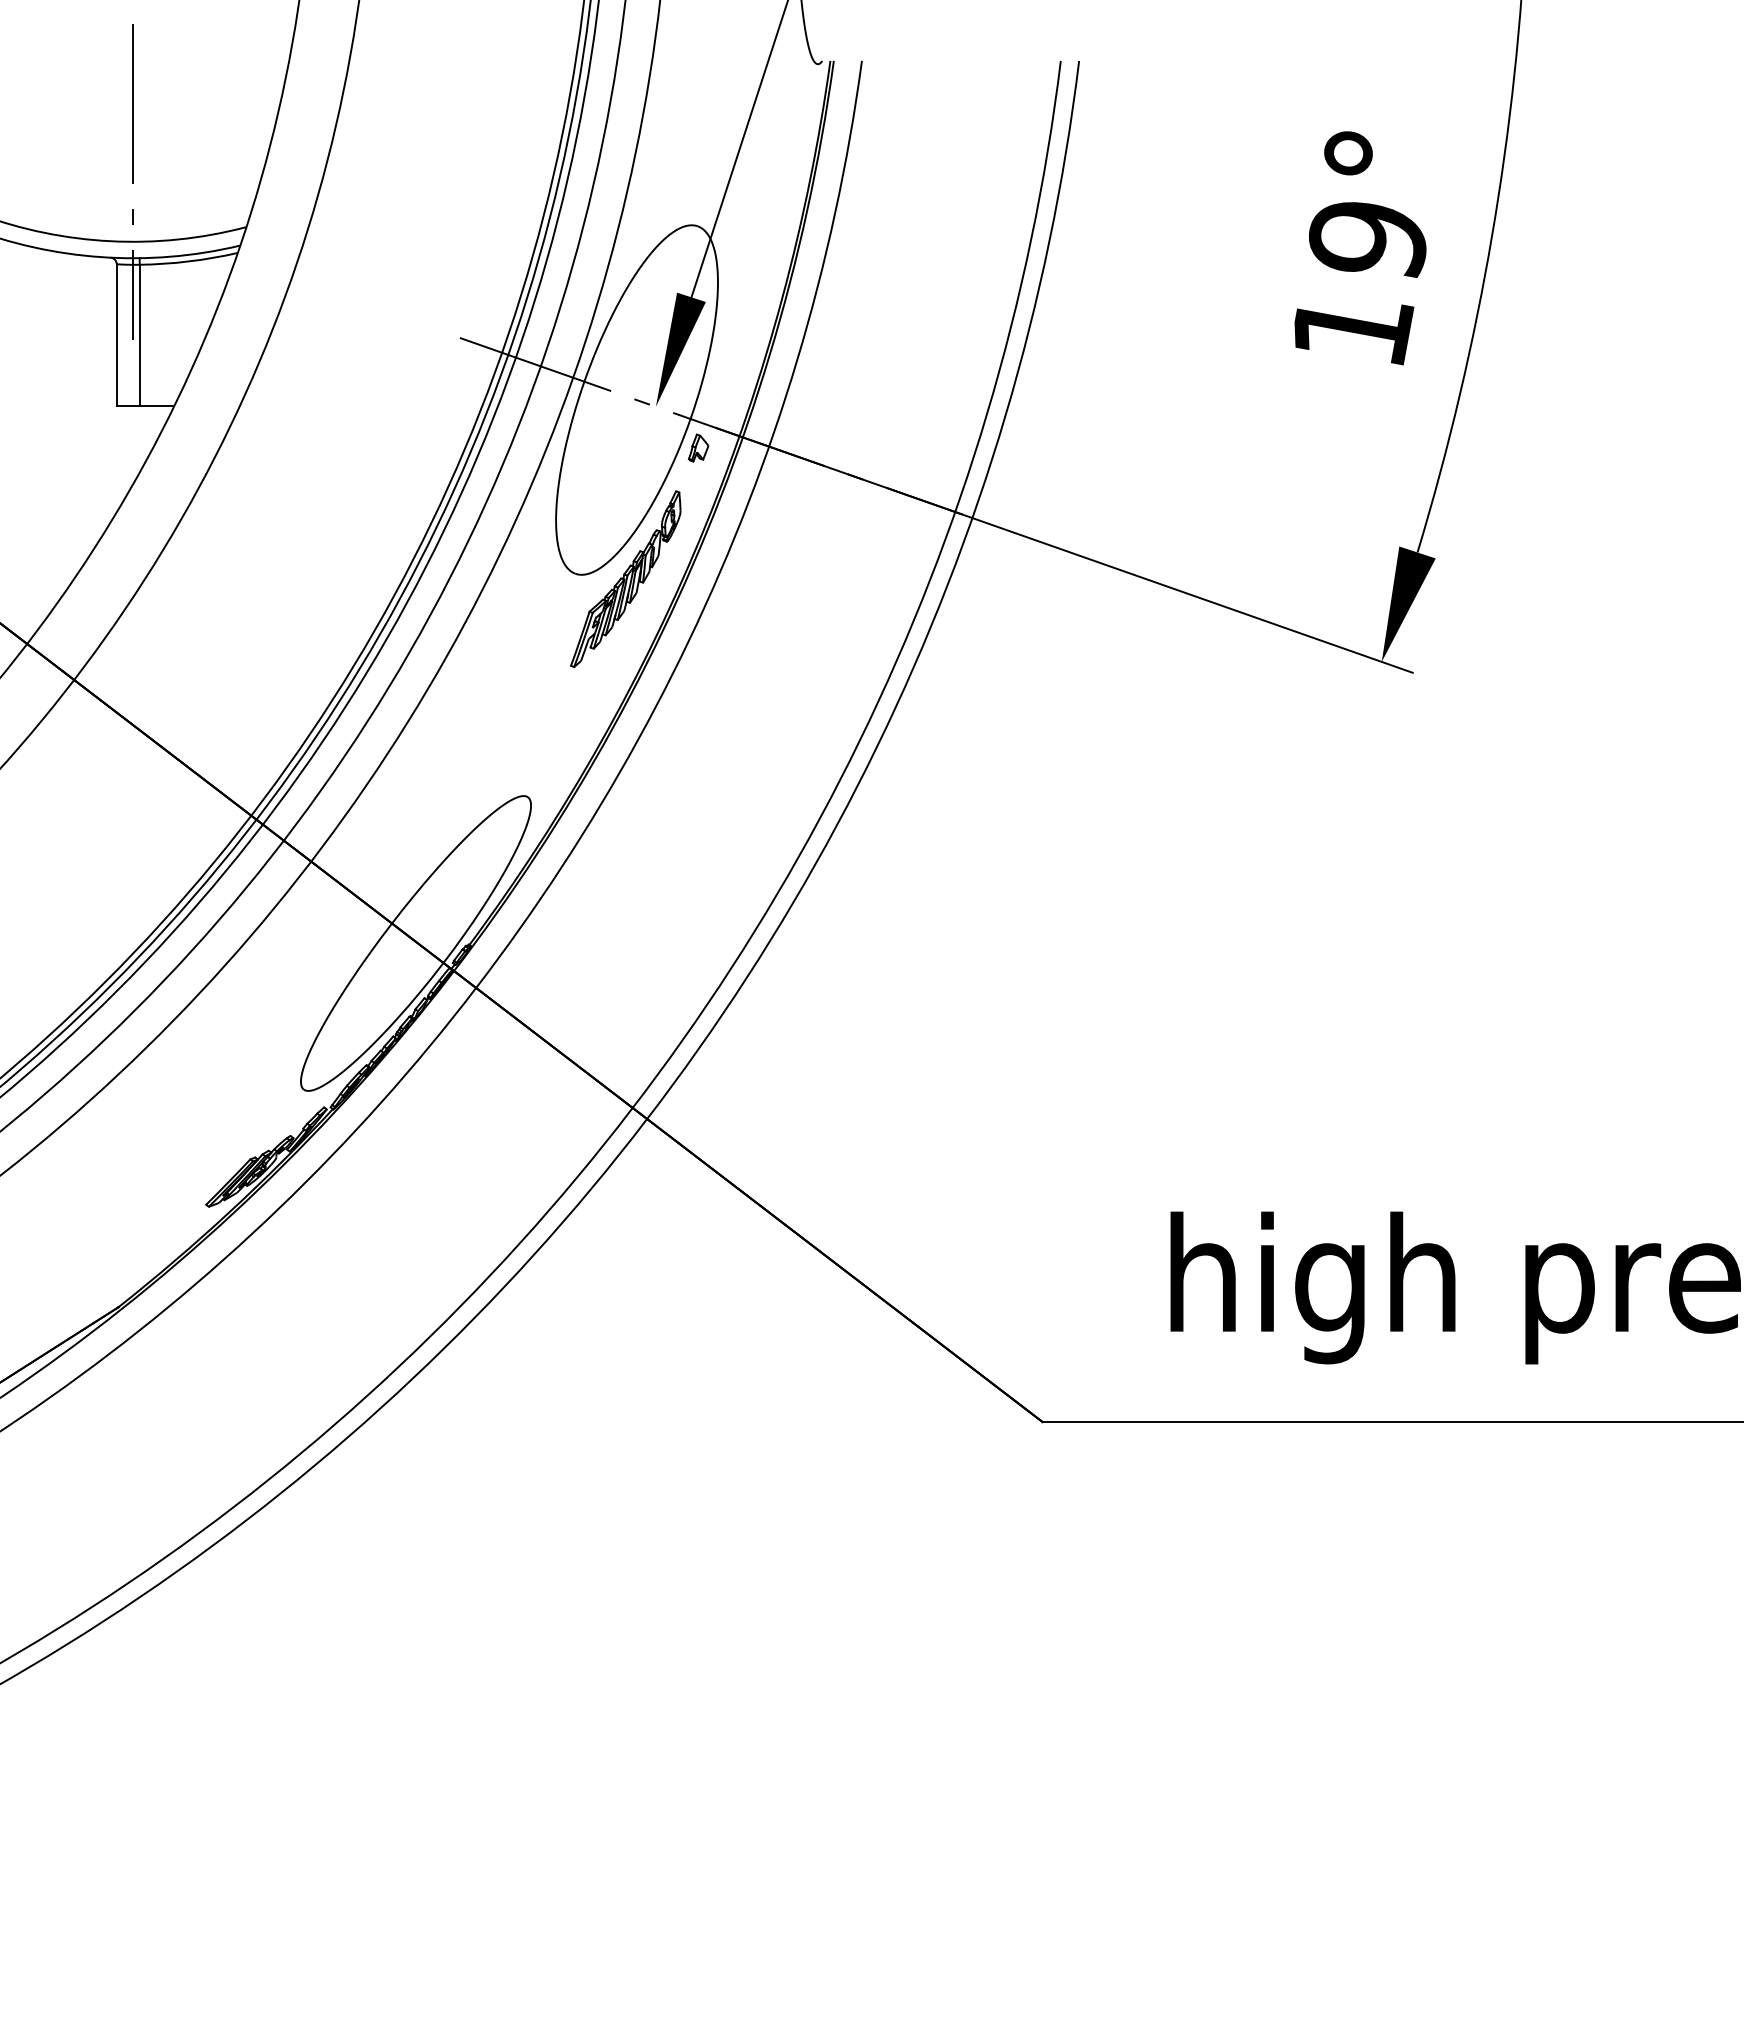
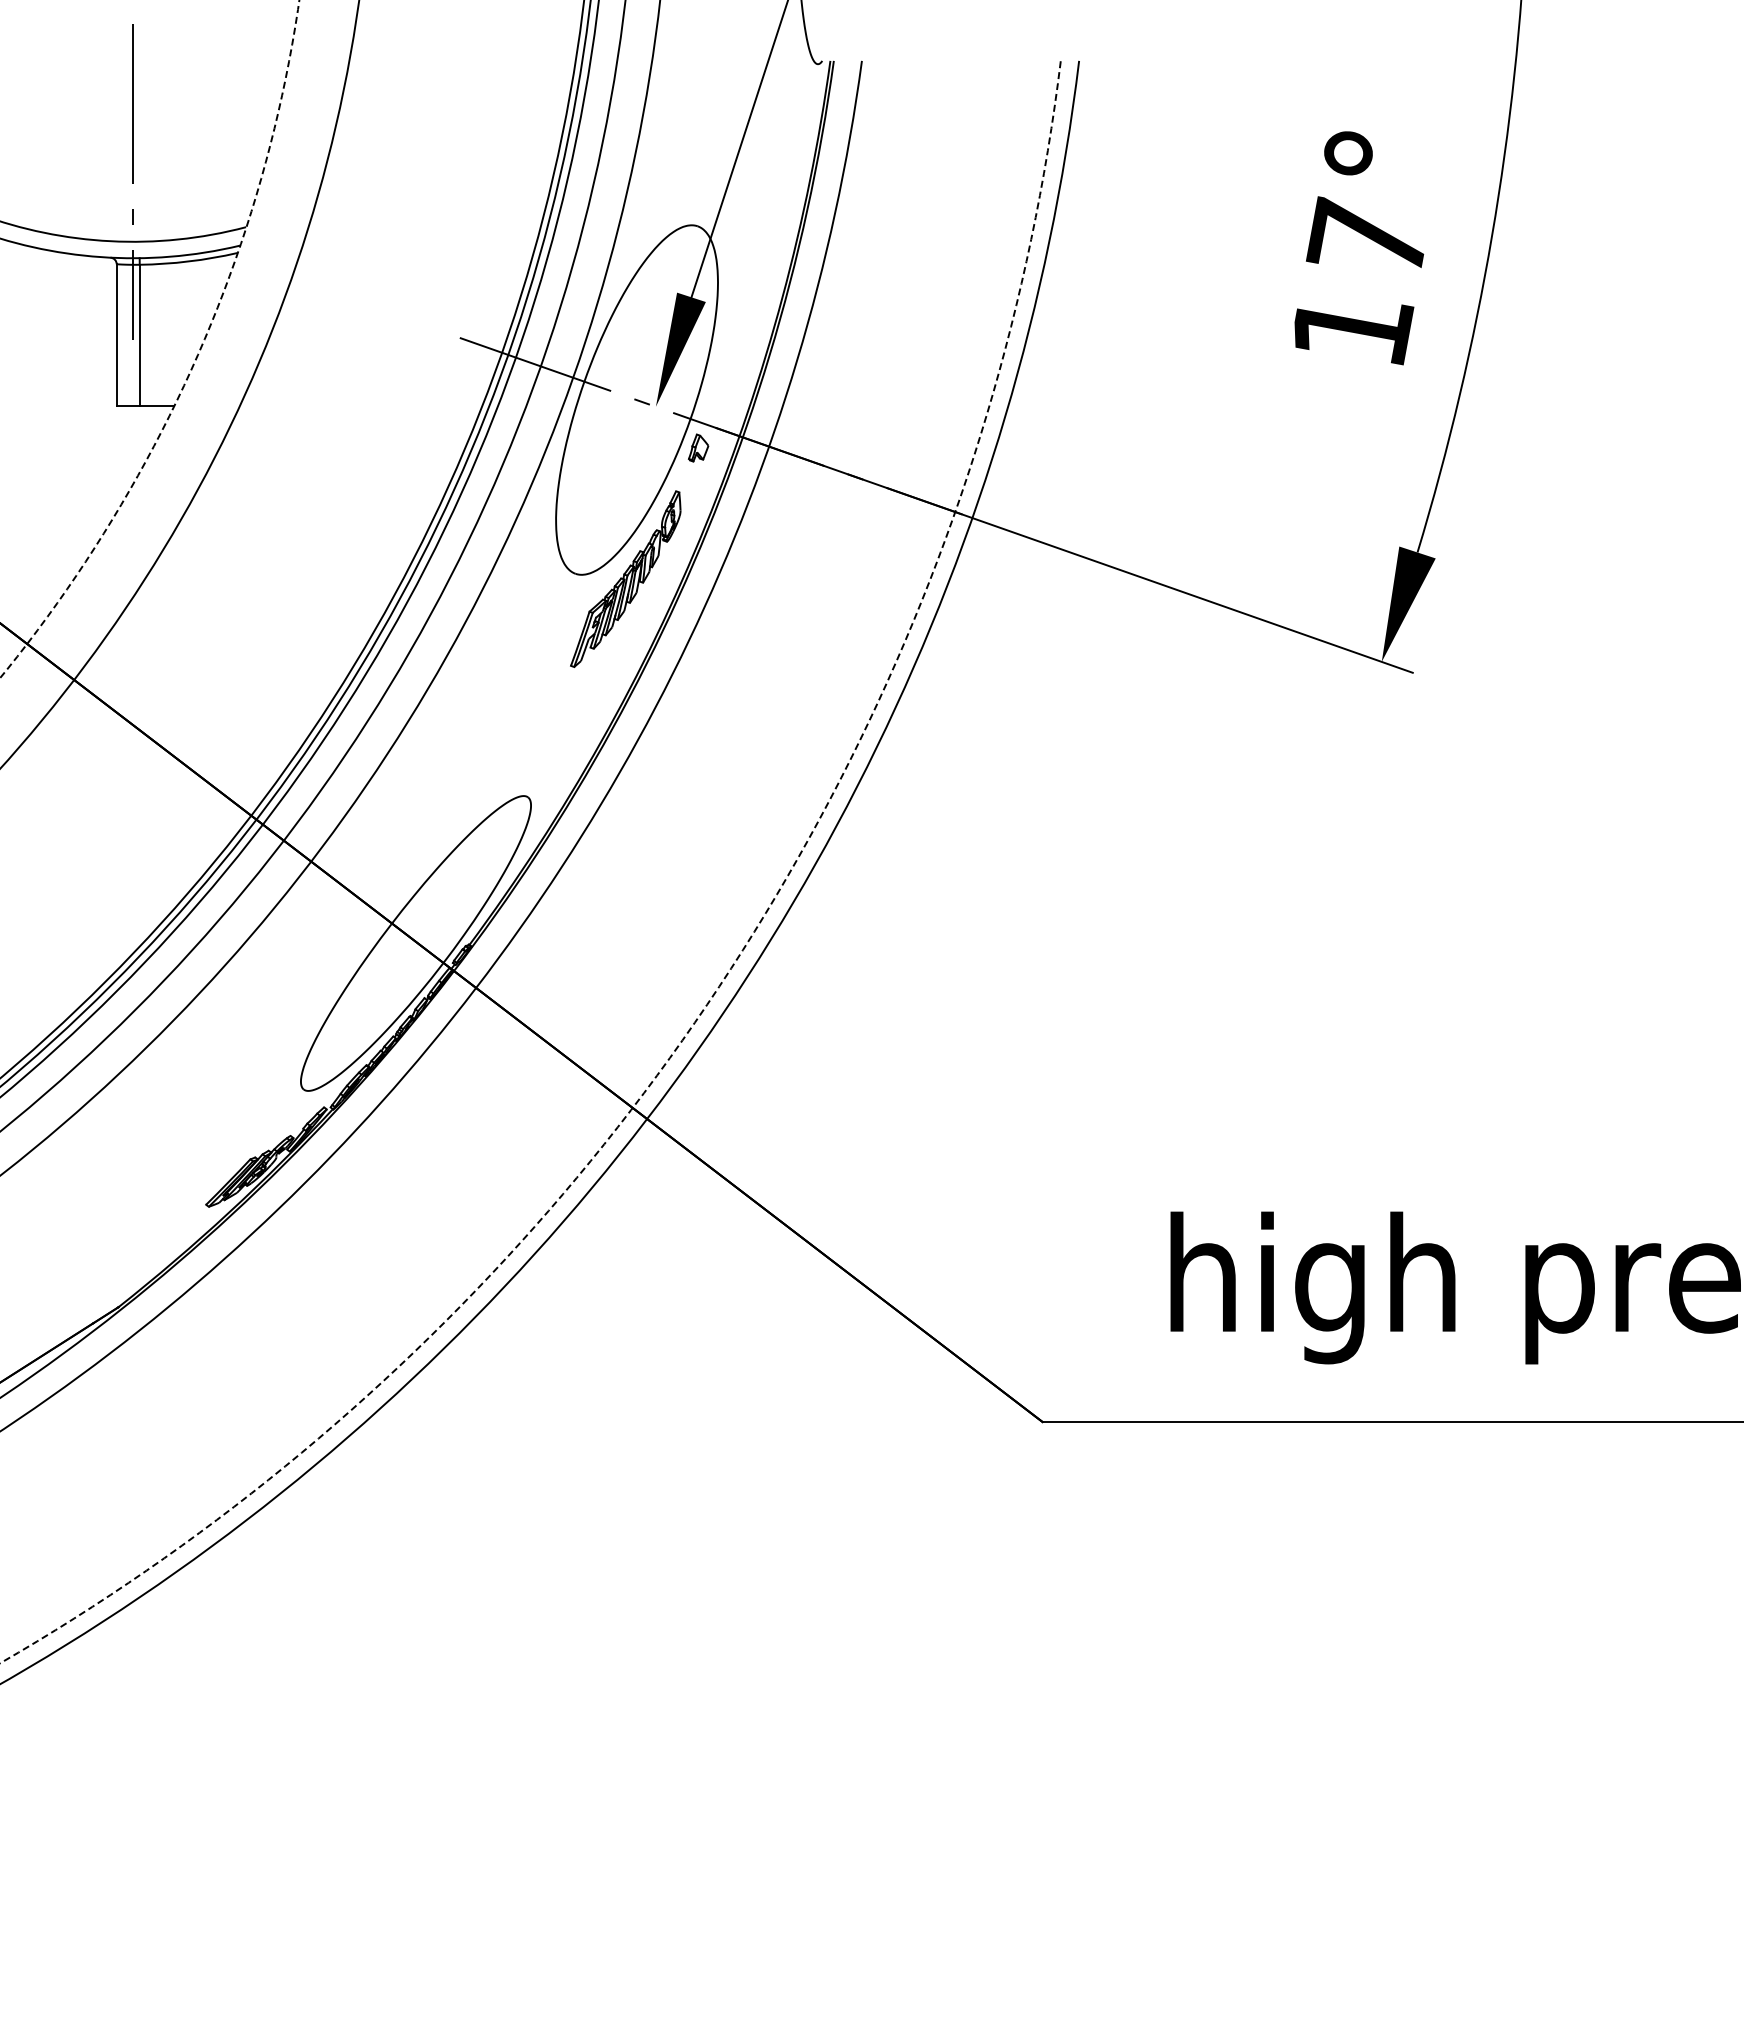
text at (1365, 236): 19° -> 17°
circle at (149, 339): solid -> dashed
arc at (718, 988): solid -> dashed
